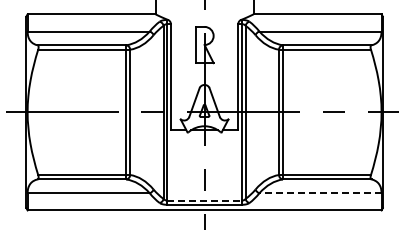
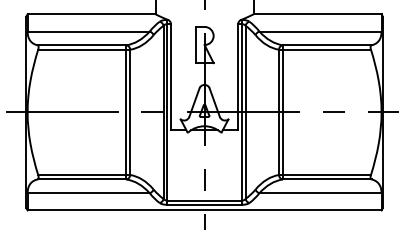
line at (320, 193): dashed -> solid
line at (205, 200): dashed -> solid
